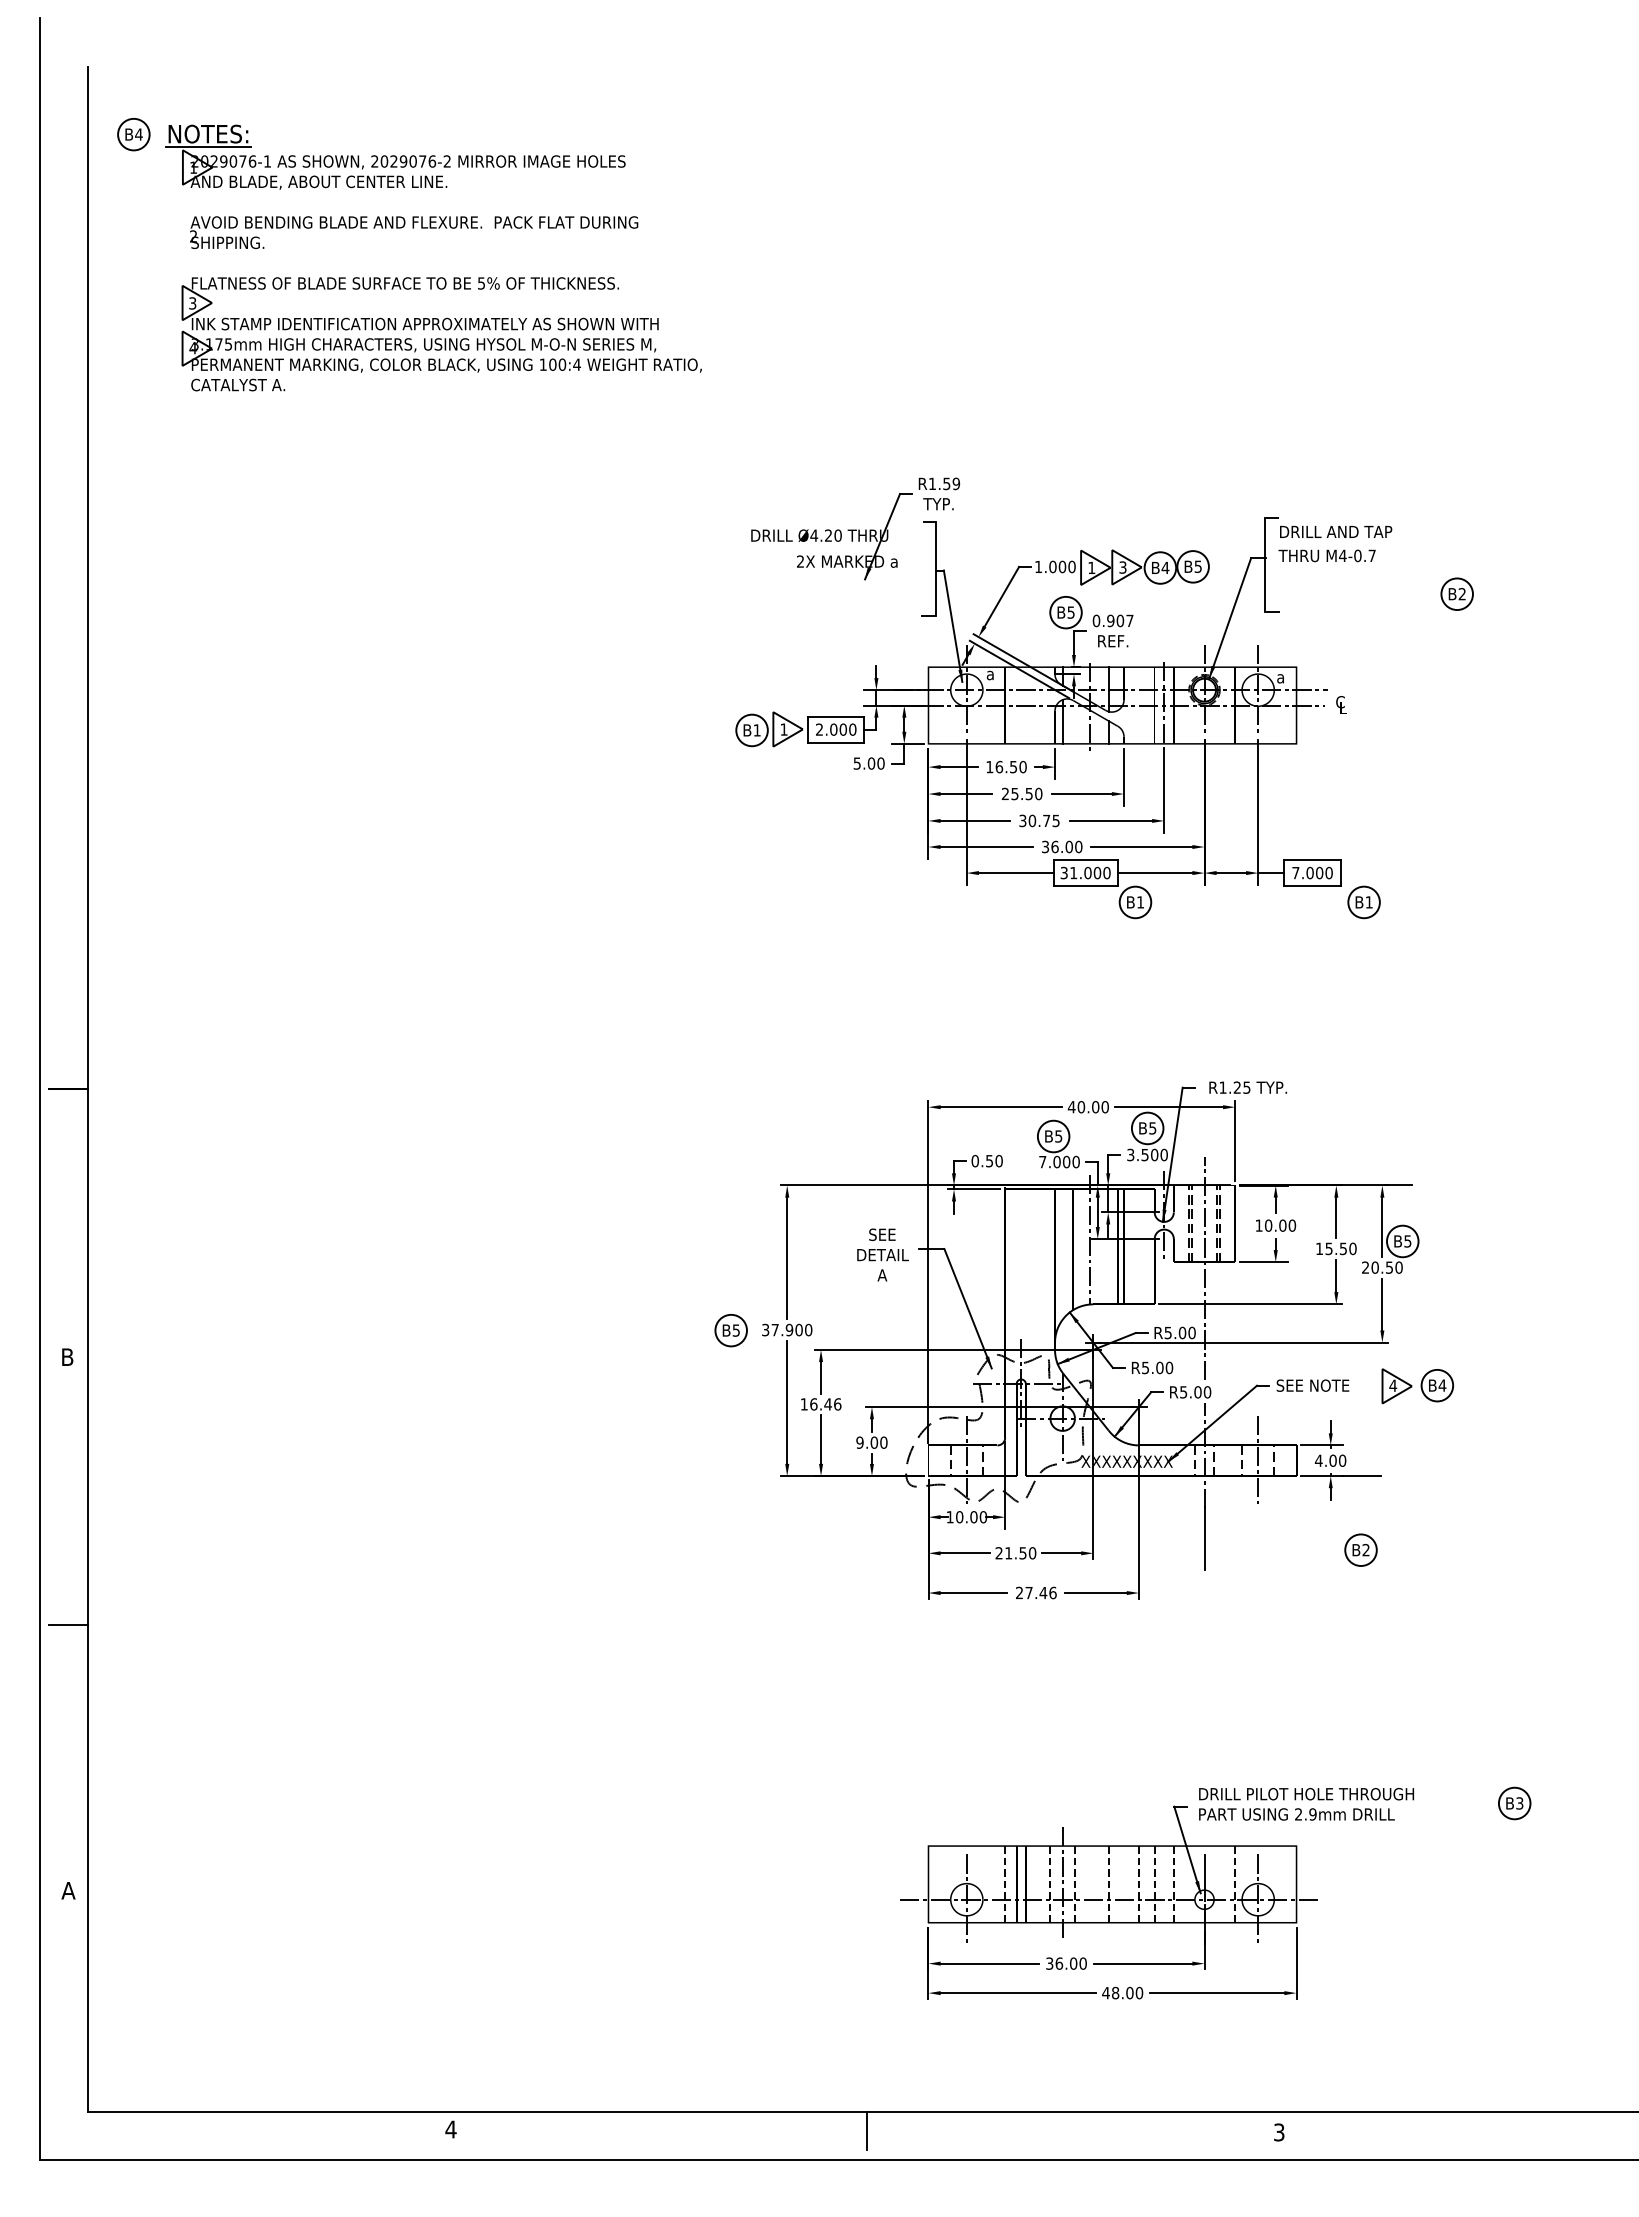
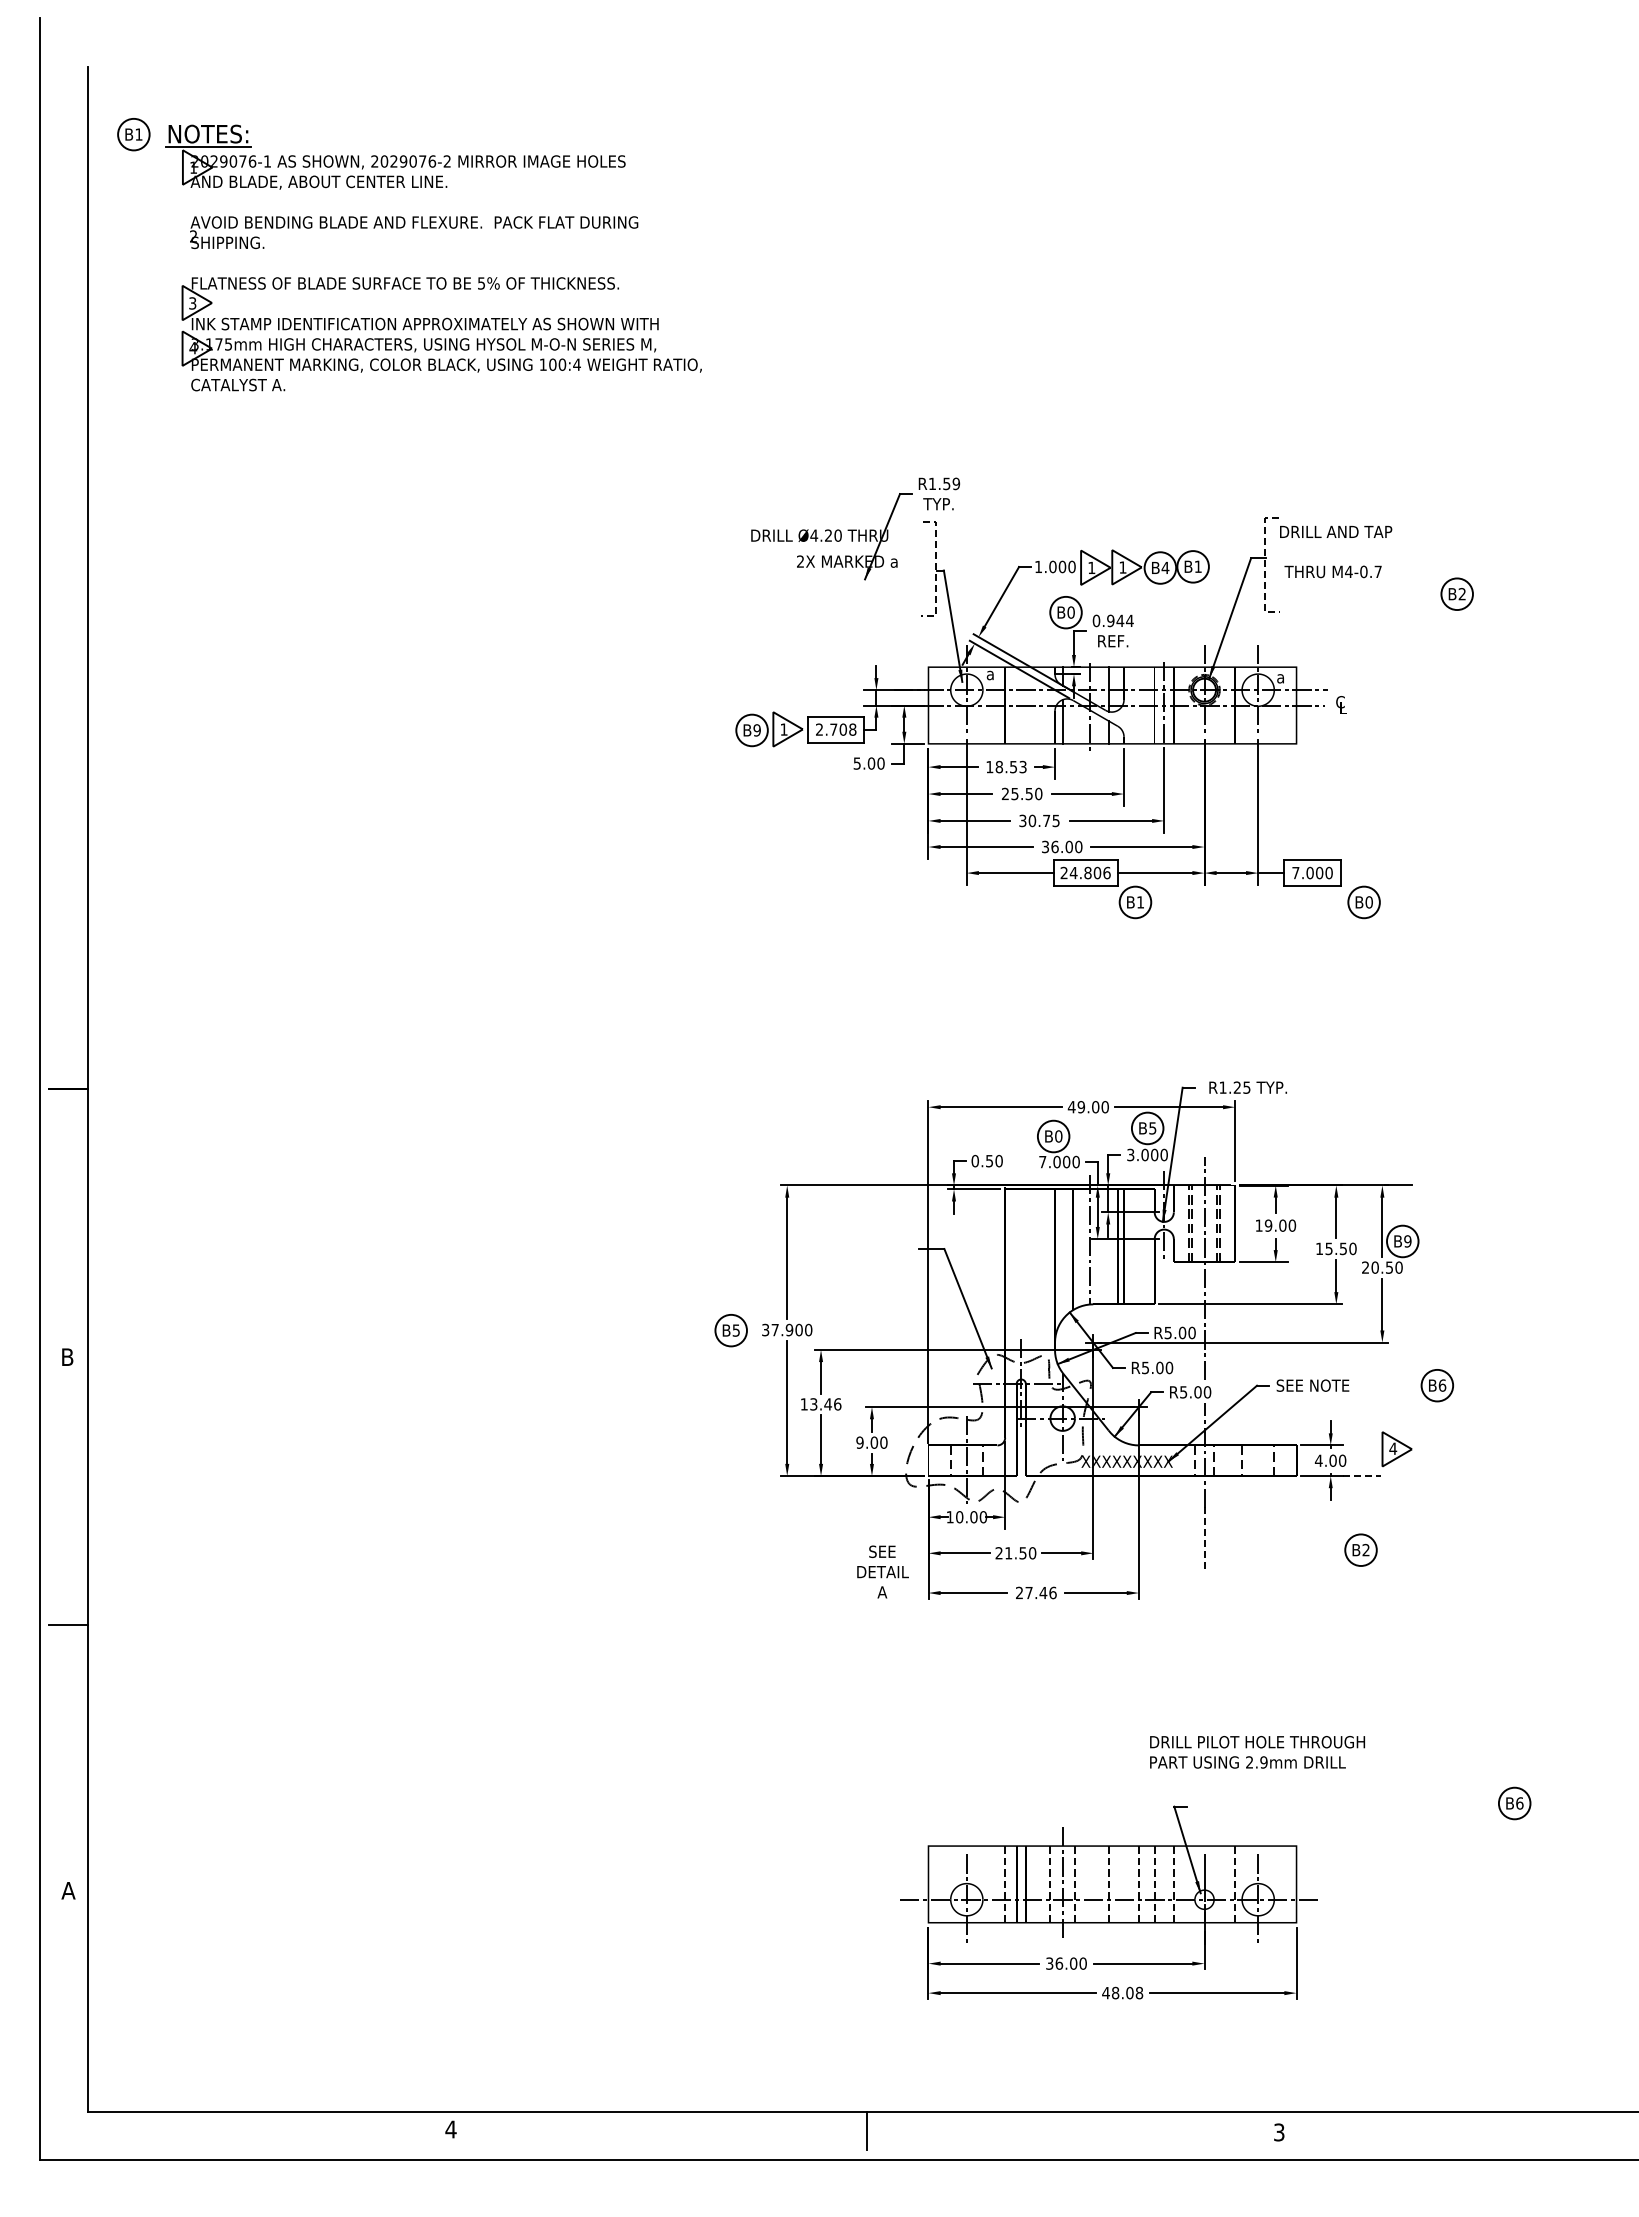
text at (138, 134): B4 -> B1
text at (1326, 555) position: (1326, 555) -> (1332, 571)
text at (1197, 566): B5 -> B1
line at (1265, 566): solid -> dashed
text at (1122, 567): 3 -> 1
line at (936, 570): solid -> dashed
text at (1070, 612): B5 -> B0
text at (1124, 620): 0.907 -> 0.944
text at (843, 729): 2.000 -> 2.708
text at (756, 730): B1 -> B9
text at (1010, 766): 16.50 -> 18.53
text at (1085, 872): 31.000 -> 24.806
text at (1368, 902): B1 -> B0
text at (1080, 1107): 40.00 -> 49.00
text at (1058, 1136): B5 -> B0
text at (1144, 1154): 3.500 -> 3.000
text at (1268, 1225): 10.00 -> 19.00
text at (1407, 1241): B5 -> B9
text at (882, 1254) position: (882, 1254) -> (882, 1571)
text at (1442, 1385): B4 -> B6
part at (1396, 1386) position: (1396, 1386) -> (1396, 1449)
text at (813, 1404): 16.46 -> 13.46
line at (1258, 1461): present -> none
line at (1361, 1476): solid -> dashed
line at (1204, 1539): solid -> dashed
text at (1519, 1803): B3 -> B6
text at (1306, 1804) position: (1306, 1804) -> (1257, 1752)
text at (1139, 1992): 48.00 -> 48.08
